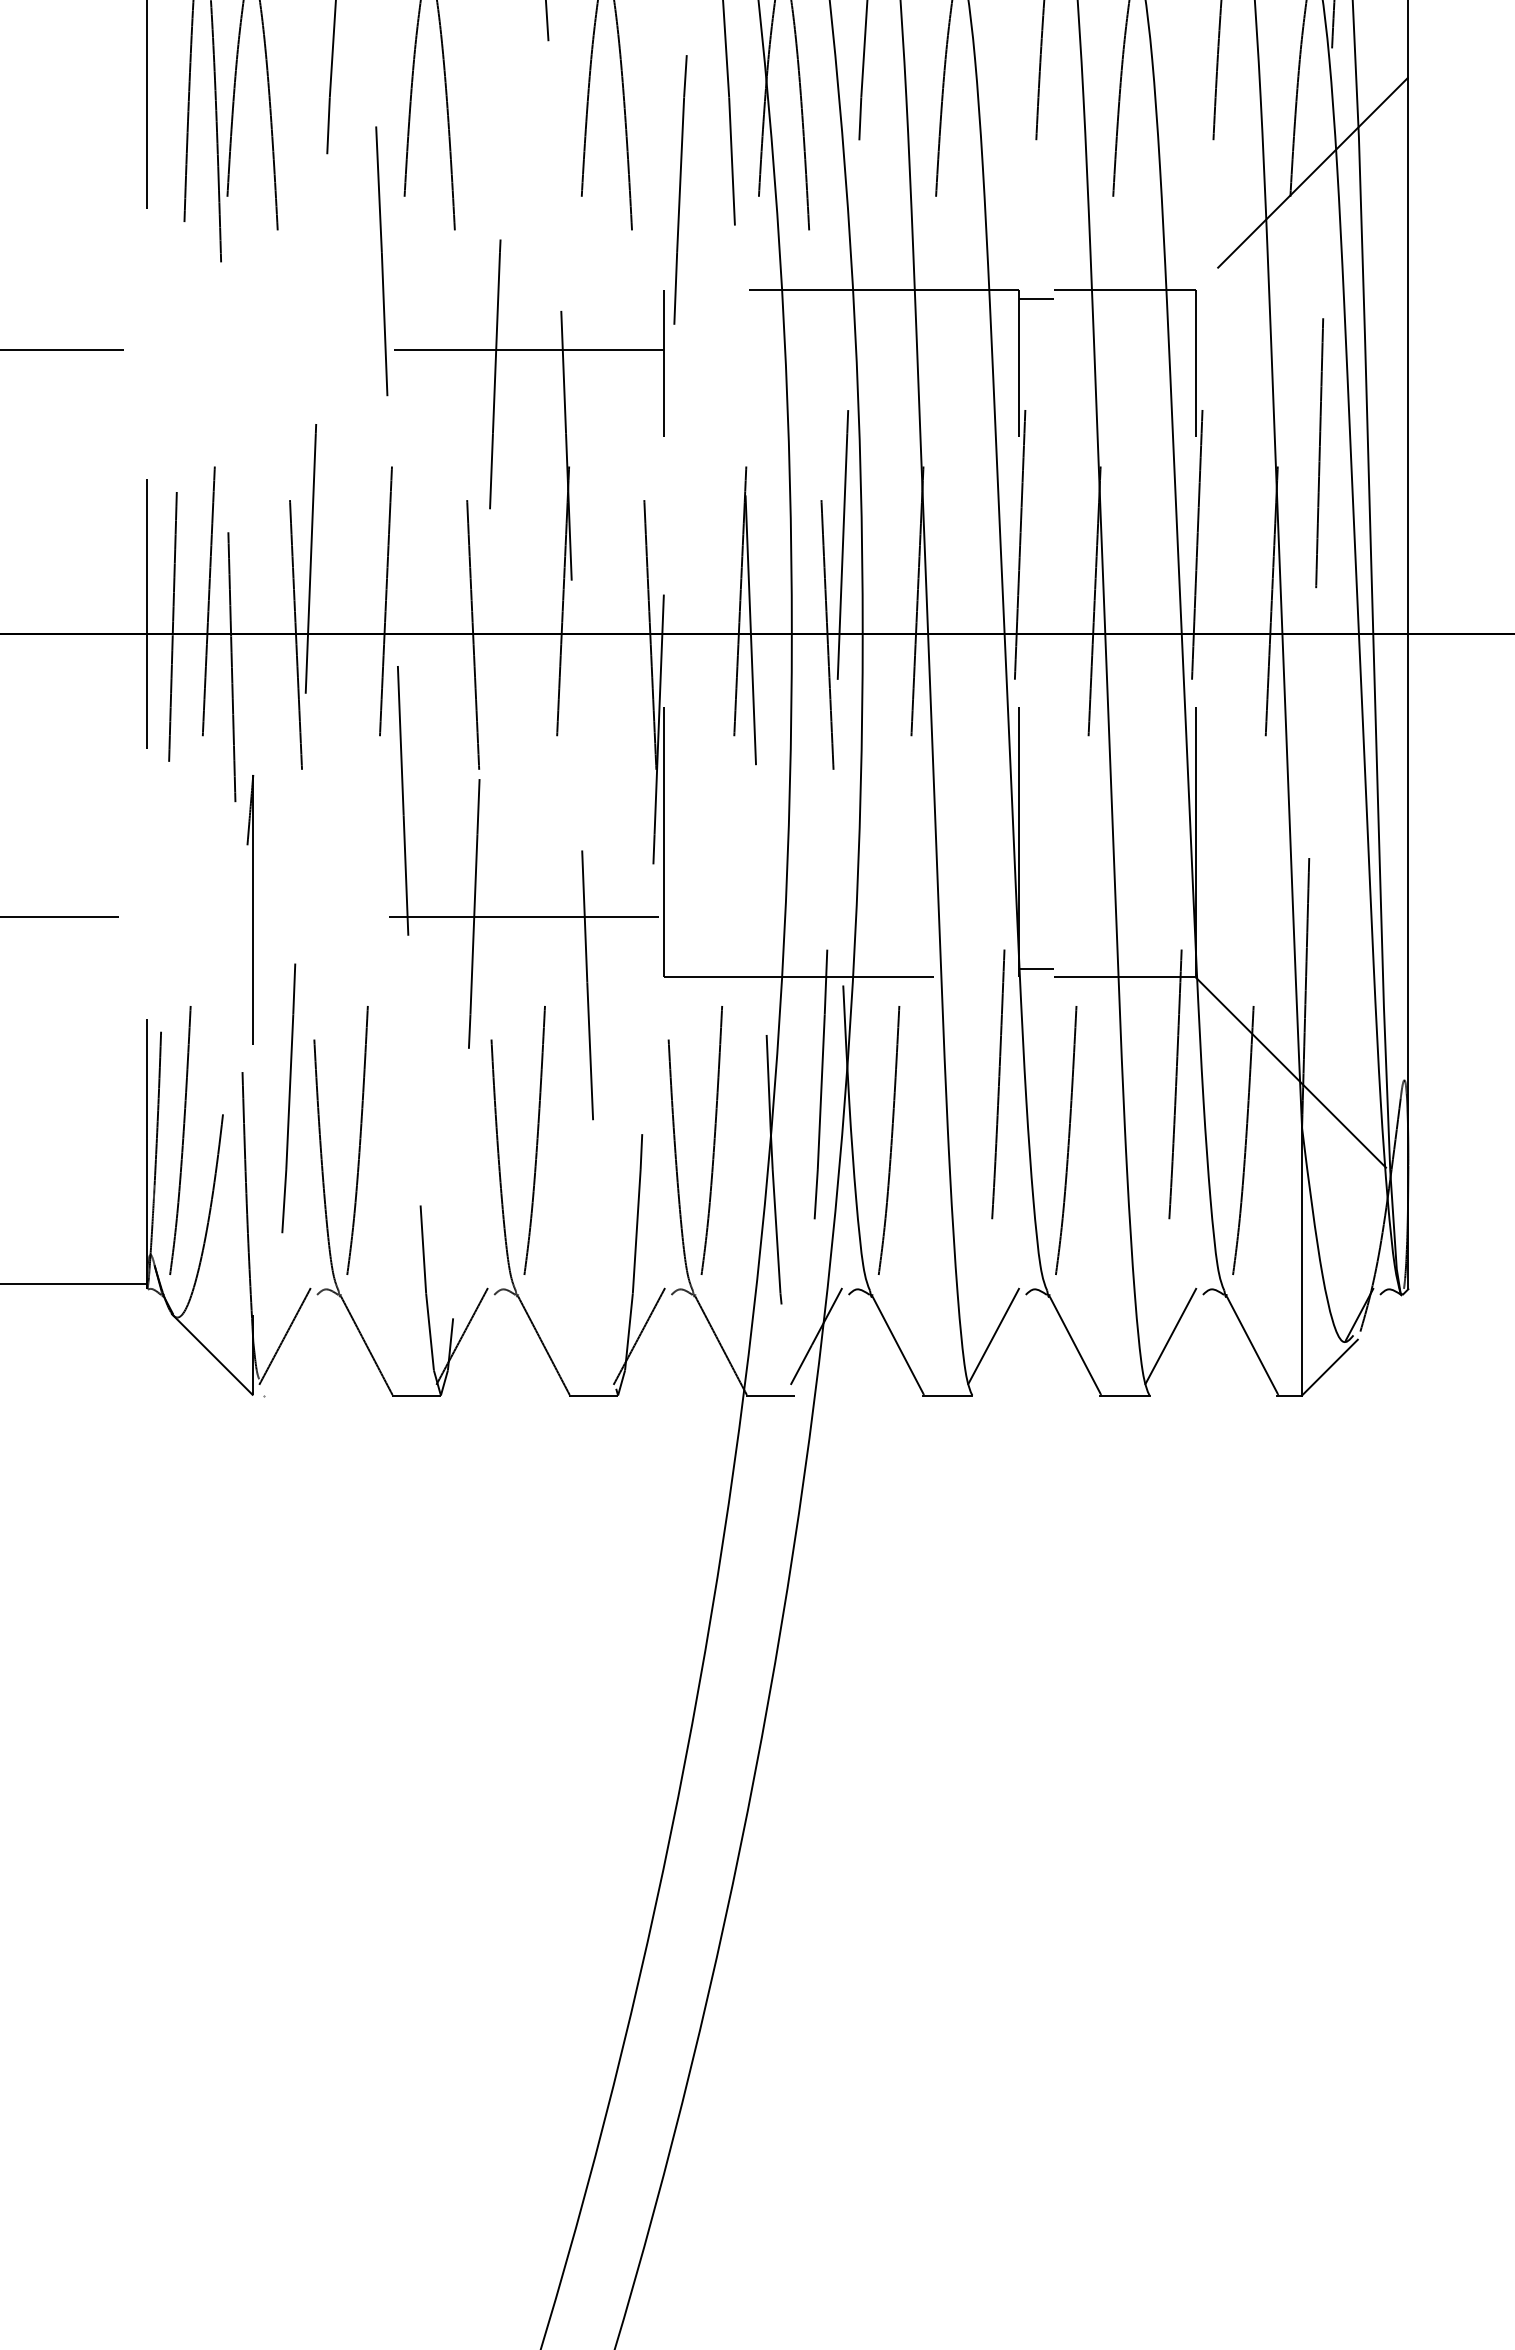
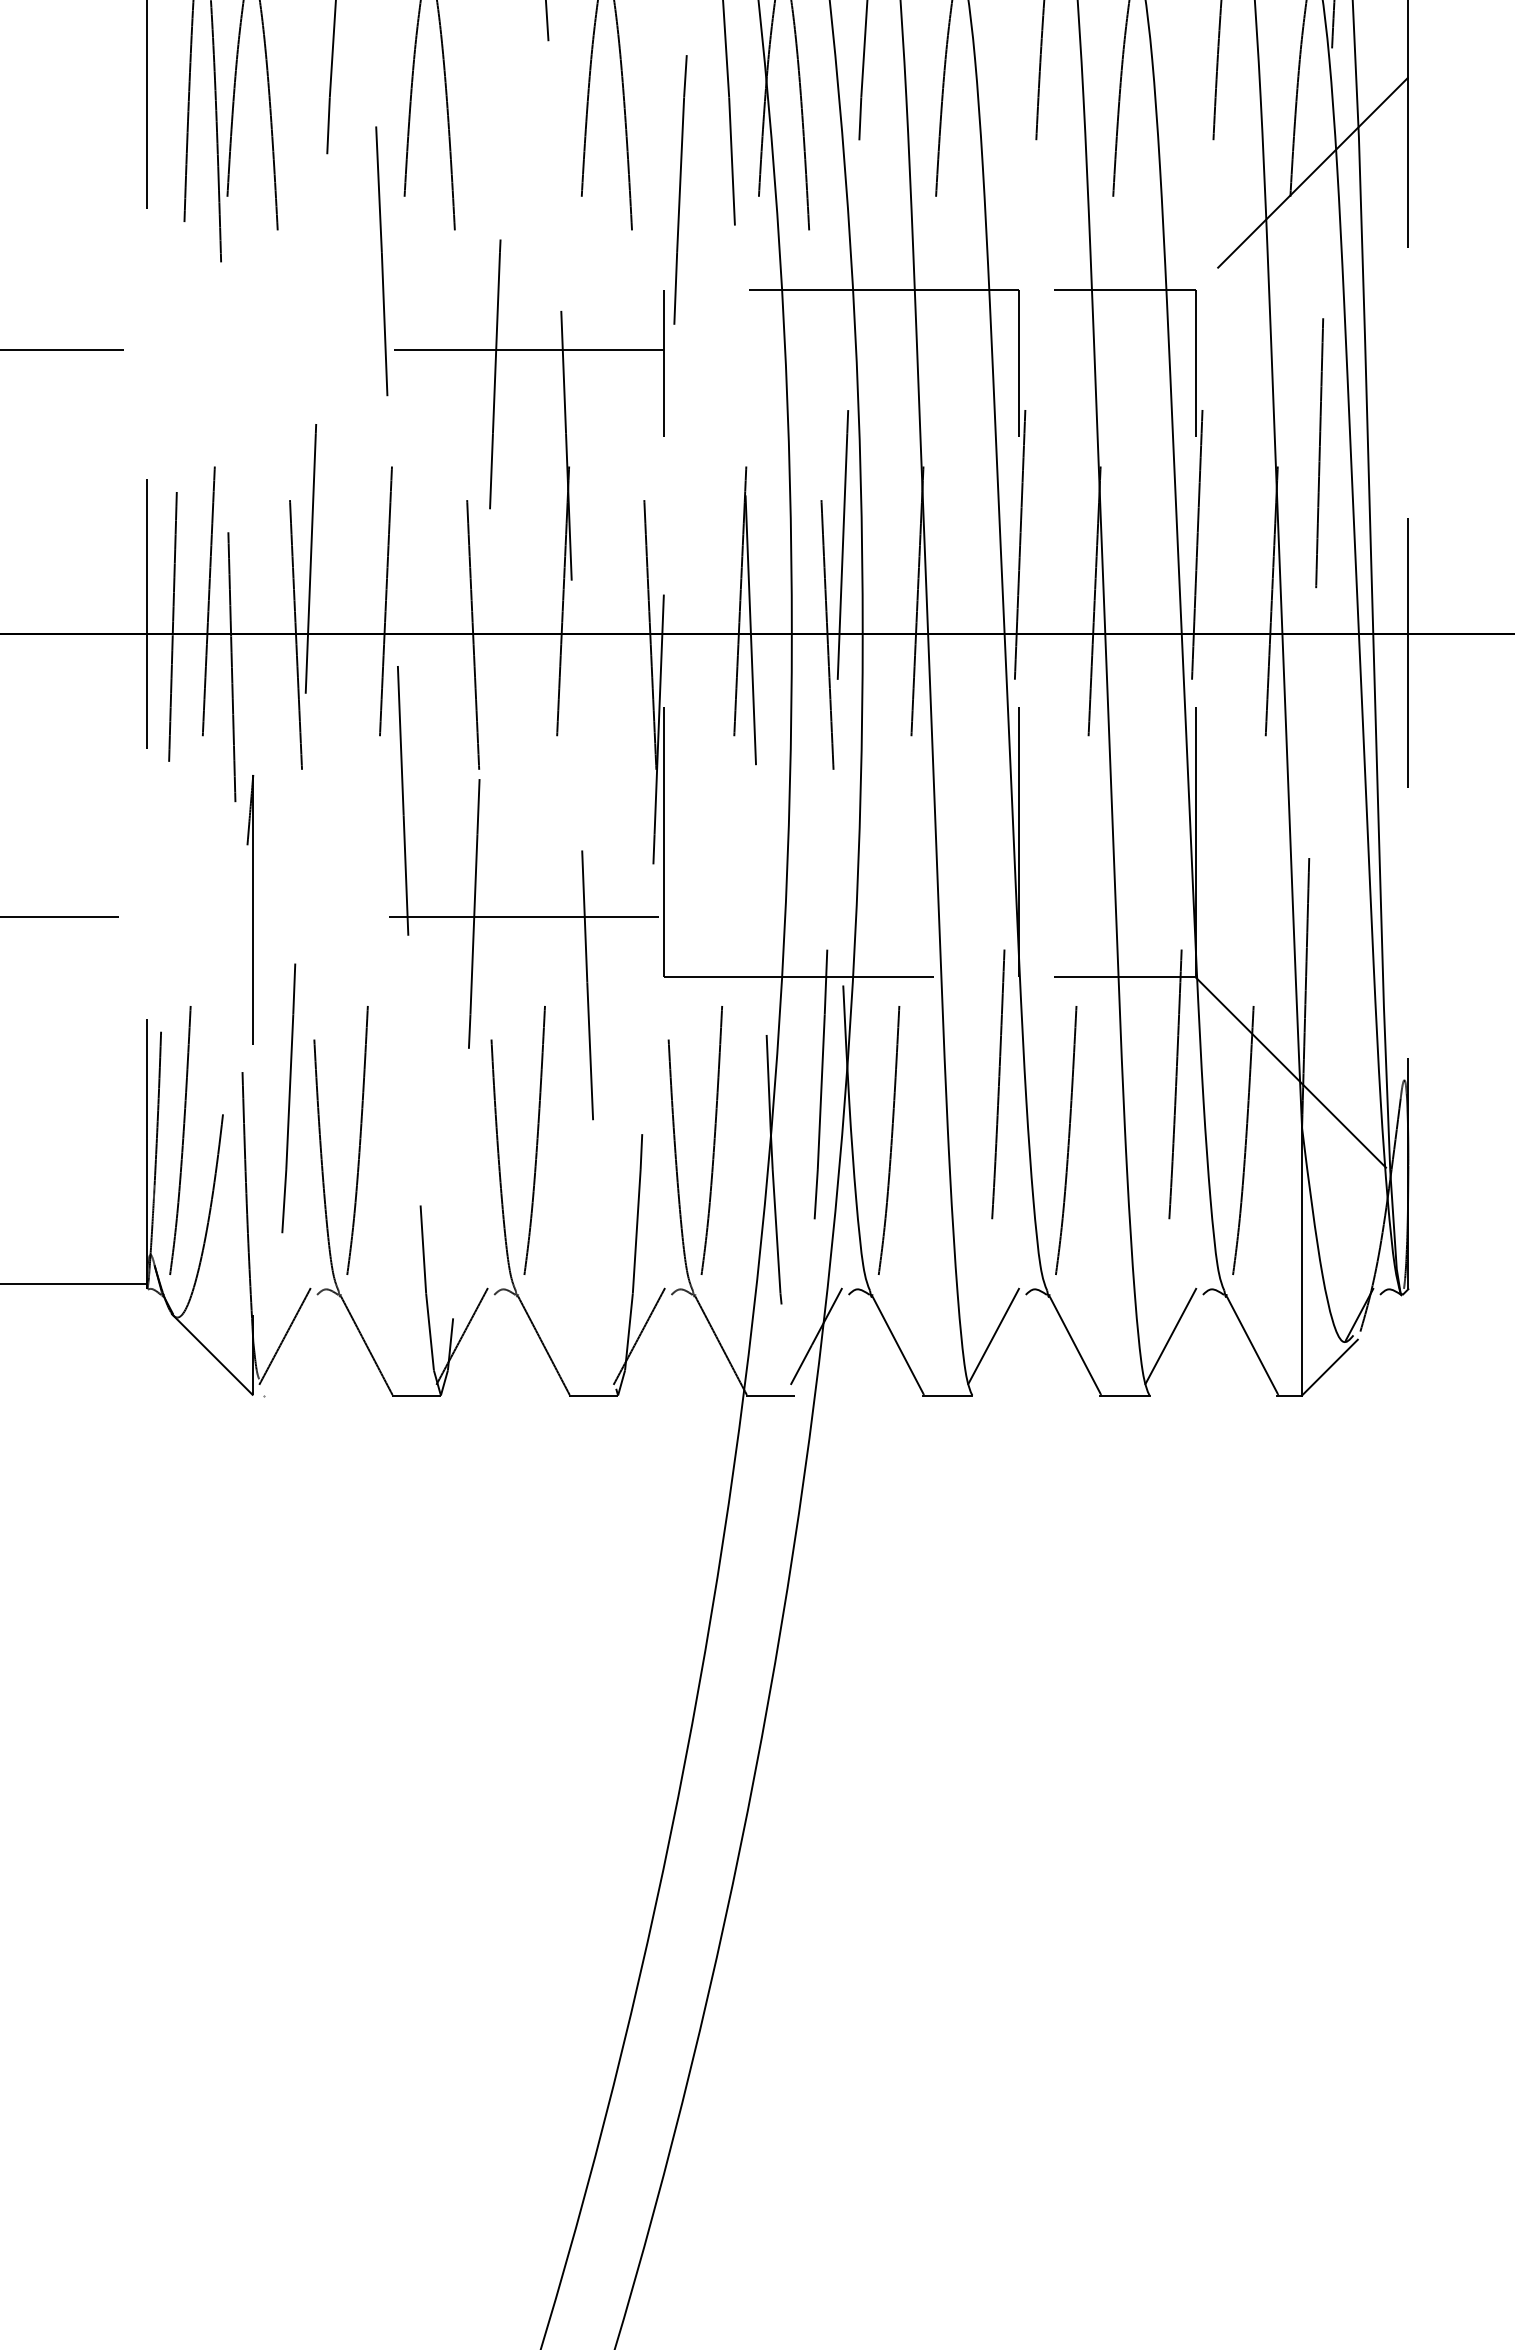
line at (1036, 298): present -> none
line at (1408, 645): solid -> dashed
line at (1036, 968): present -> none
